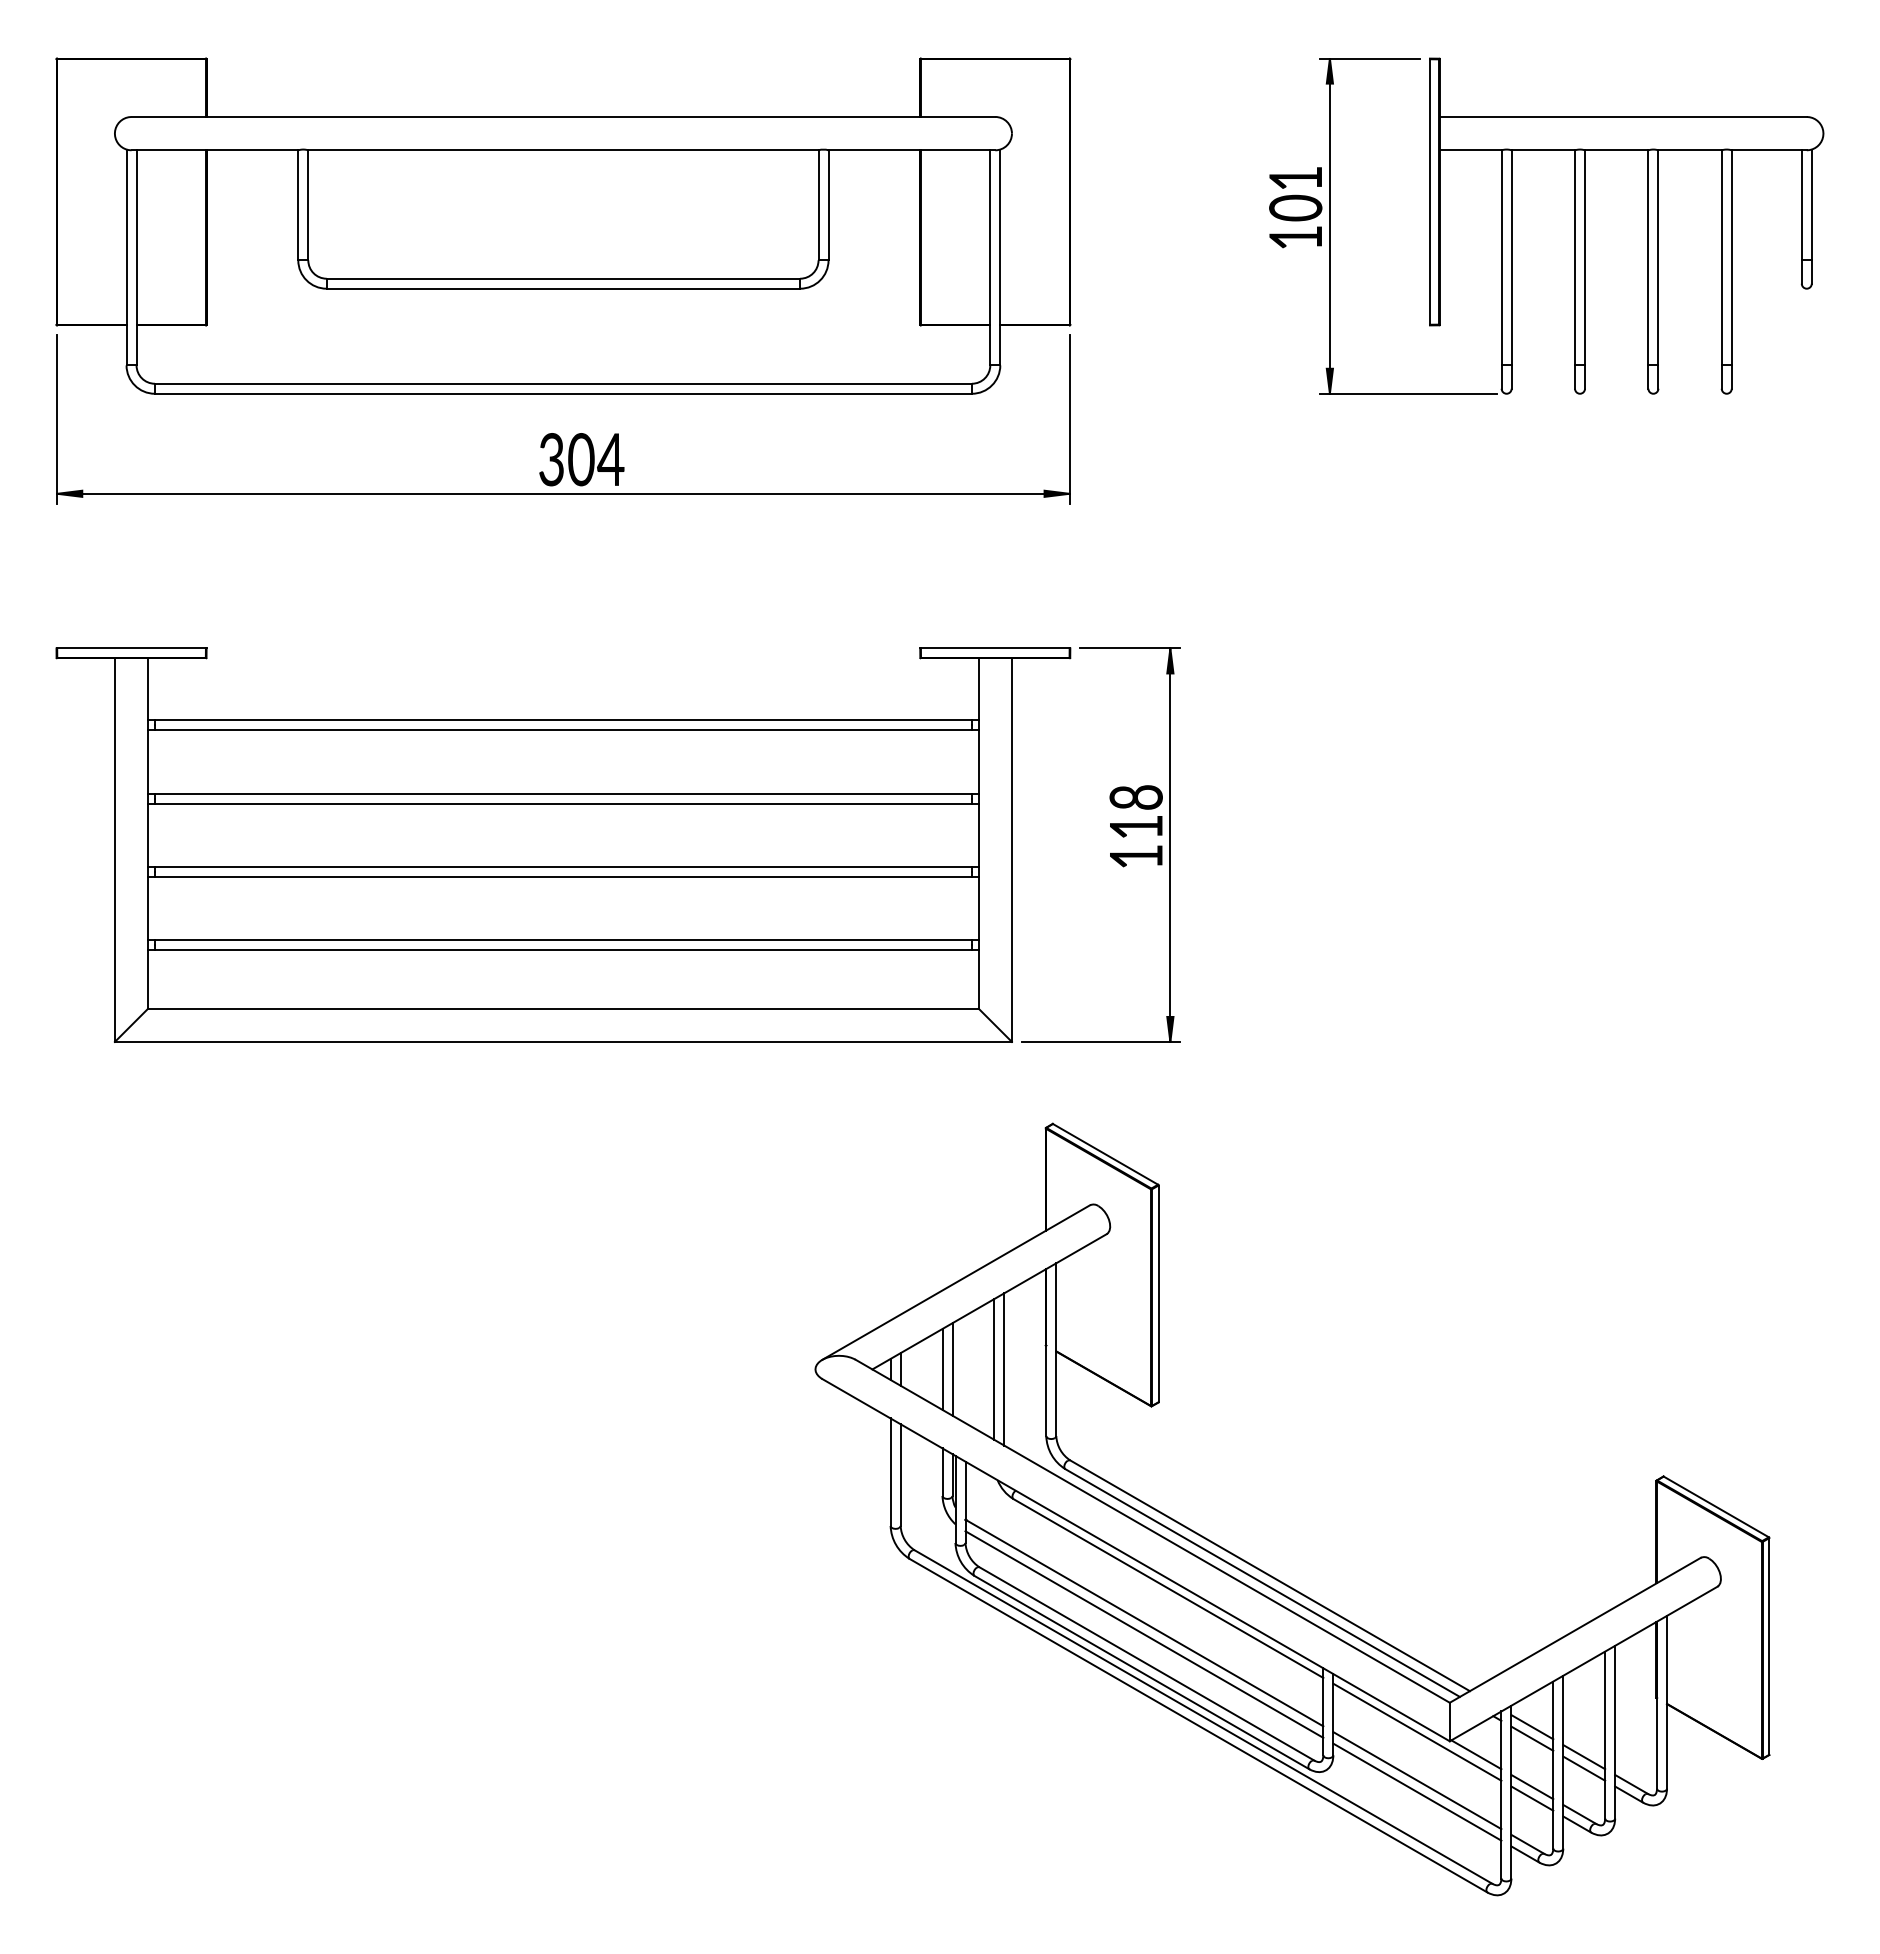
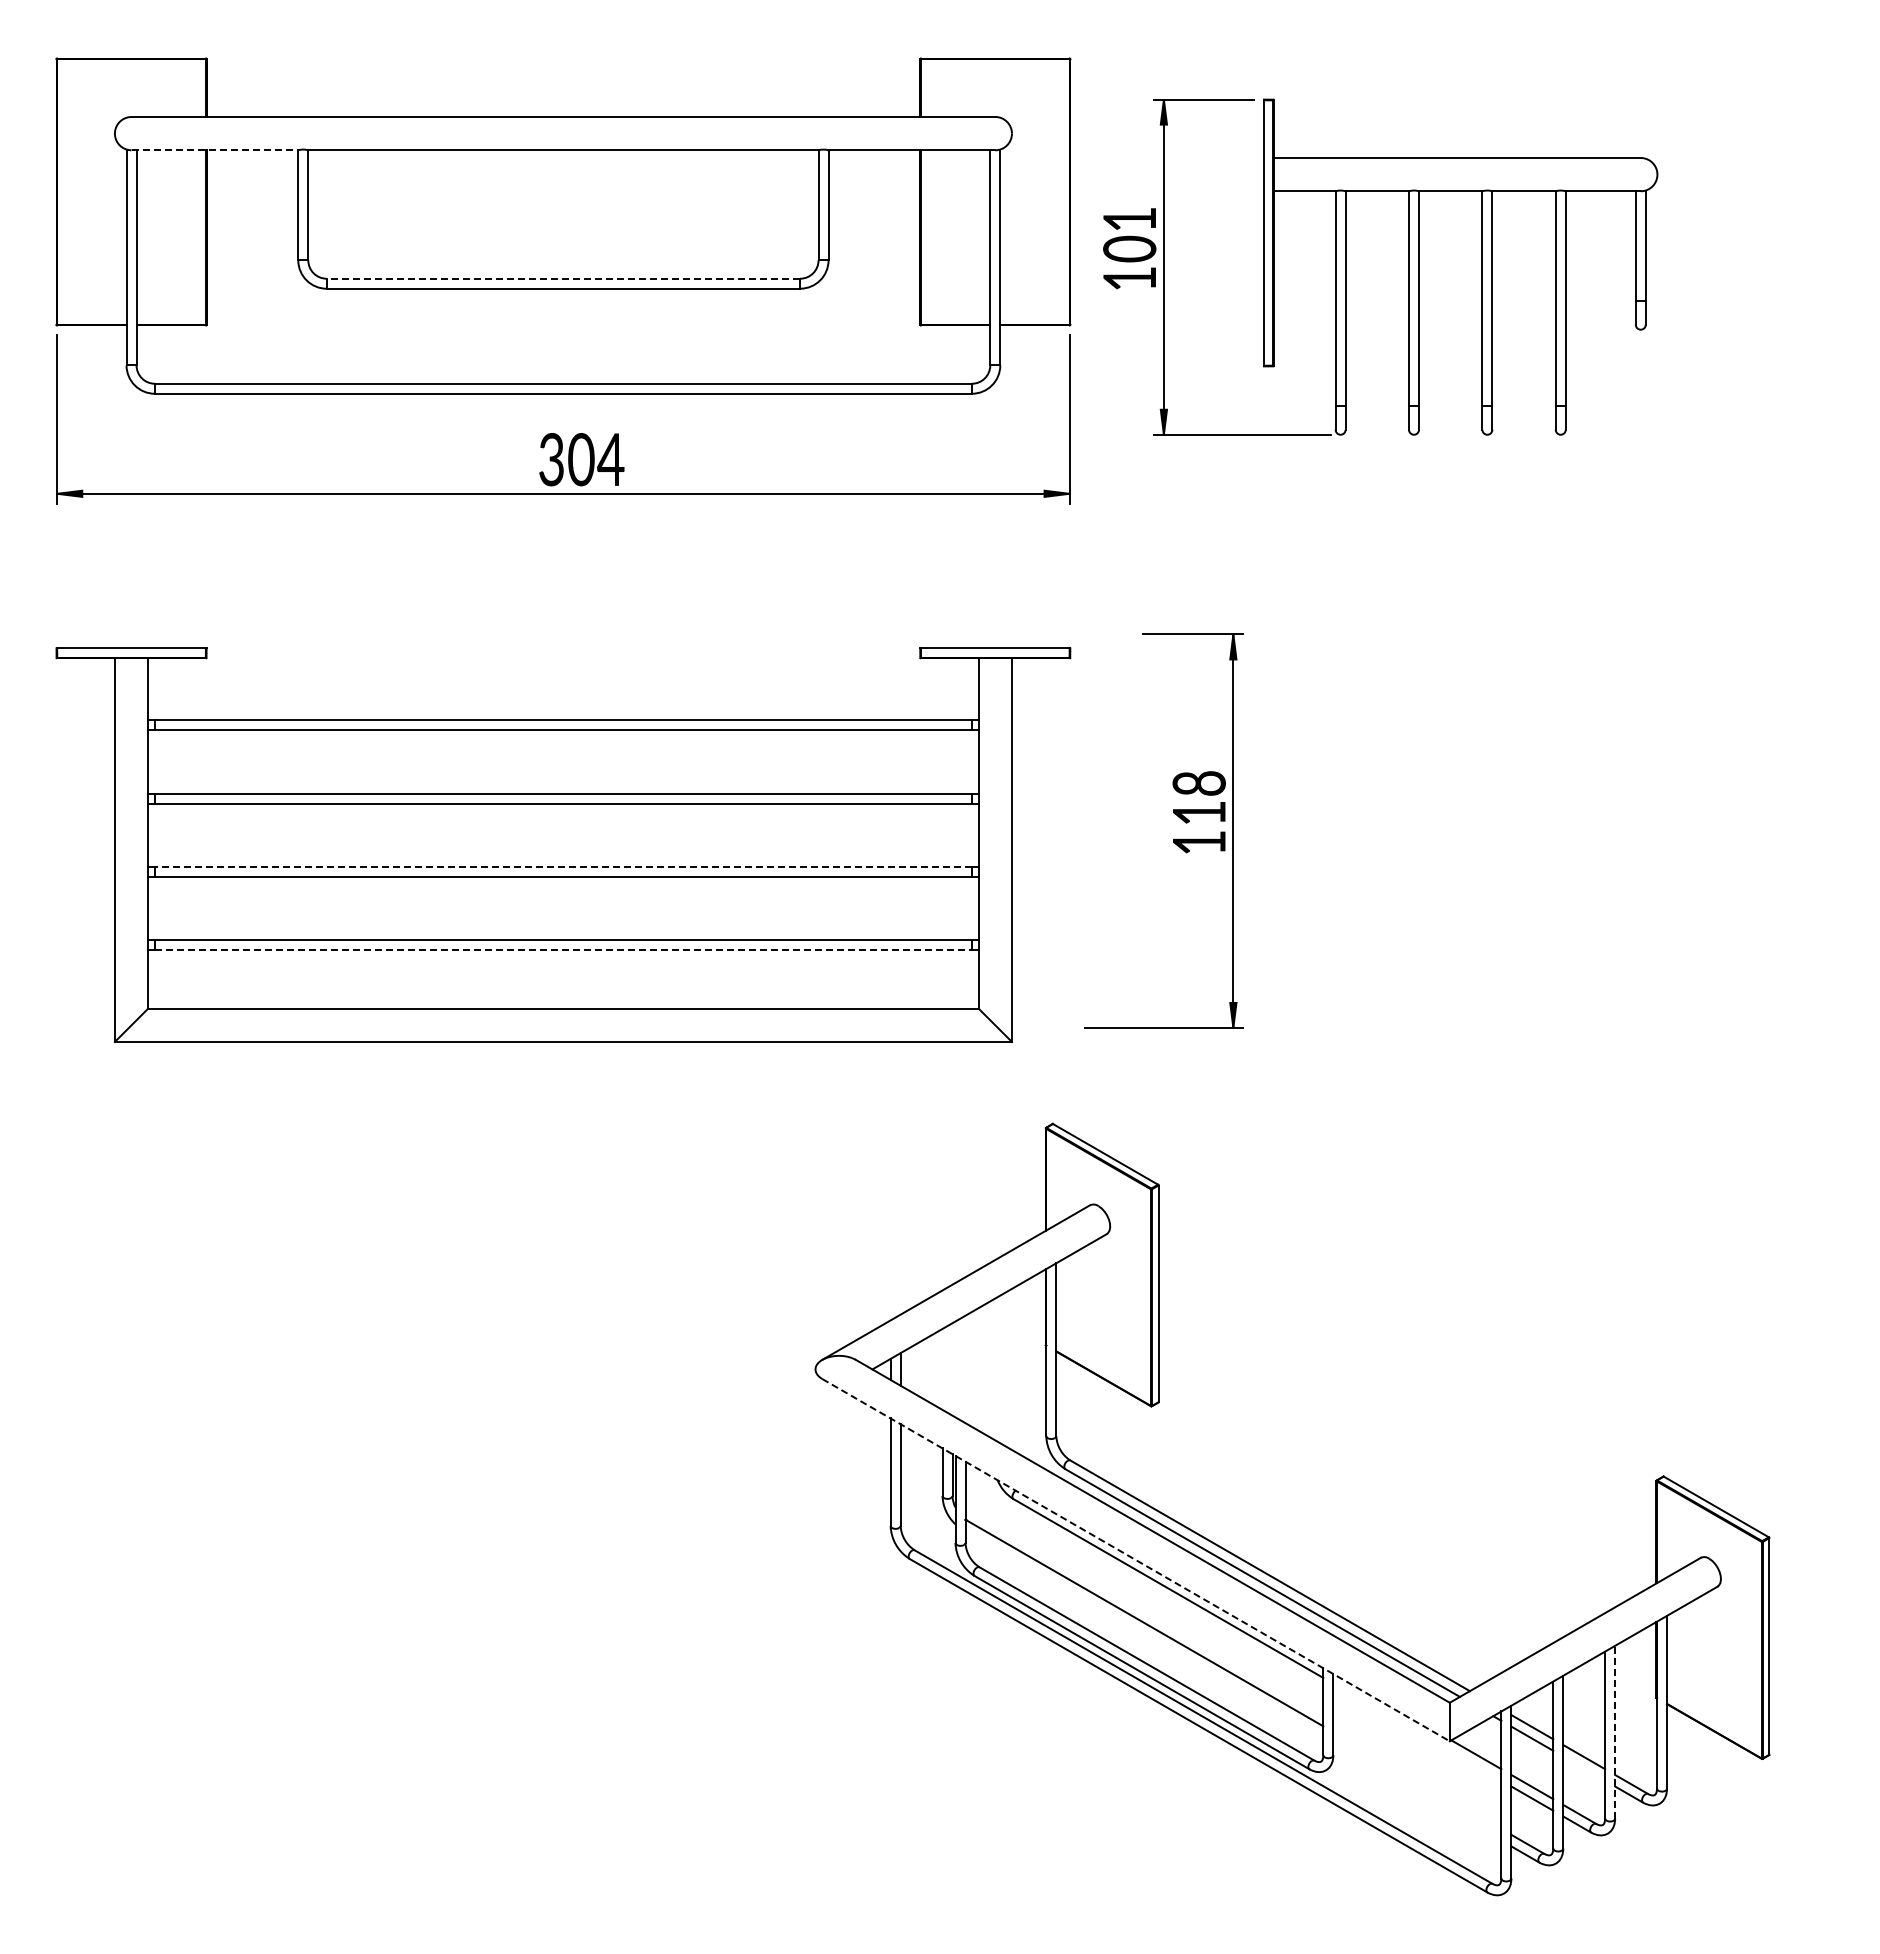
line at (215, 150): solid -> dashed
part at (1574, 225) position: (1574, 225) -> (1408, 266)
line at (563, 278): solid -> dashed
part at (1110, 852) position: (1110, 852) -> (1173, 838)
line at (563, 866): solid -> dashed
line at (563, 950): solid -> dashed
line at (942, 1368): present -> none
line at (952, 1369): present -> none
line at (994, 1369): present -> none
line at (1004, 1369): present -> none
line at (1136, 1560): solid -> dashed
line at (1144, 1634): present -> none
line at (1417, 1731): present -> none
line at (1615, 1731): solid -> dashed
line at (1584, 1768): present -> none
line at (1417, 1780): present -> none
line at (1417, 1791): present -> none
